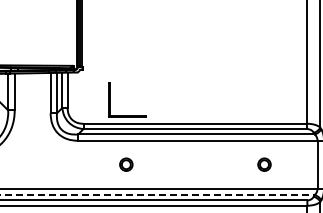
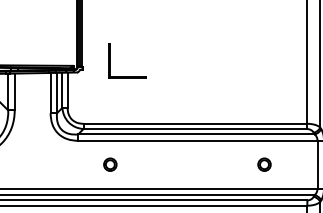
part at (127, 115) position: (127, 115) -> (127, 76)
part at (126, 164) position: (126, 164) -> (110, 164)
line at (158, 195): dashed -> solid
